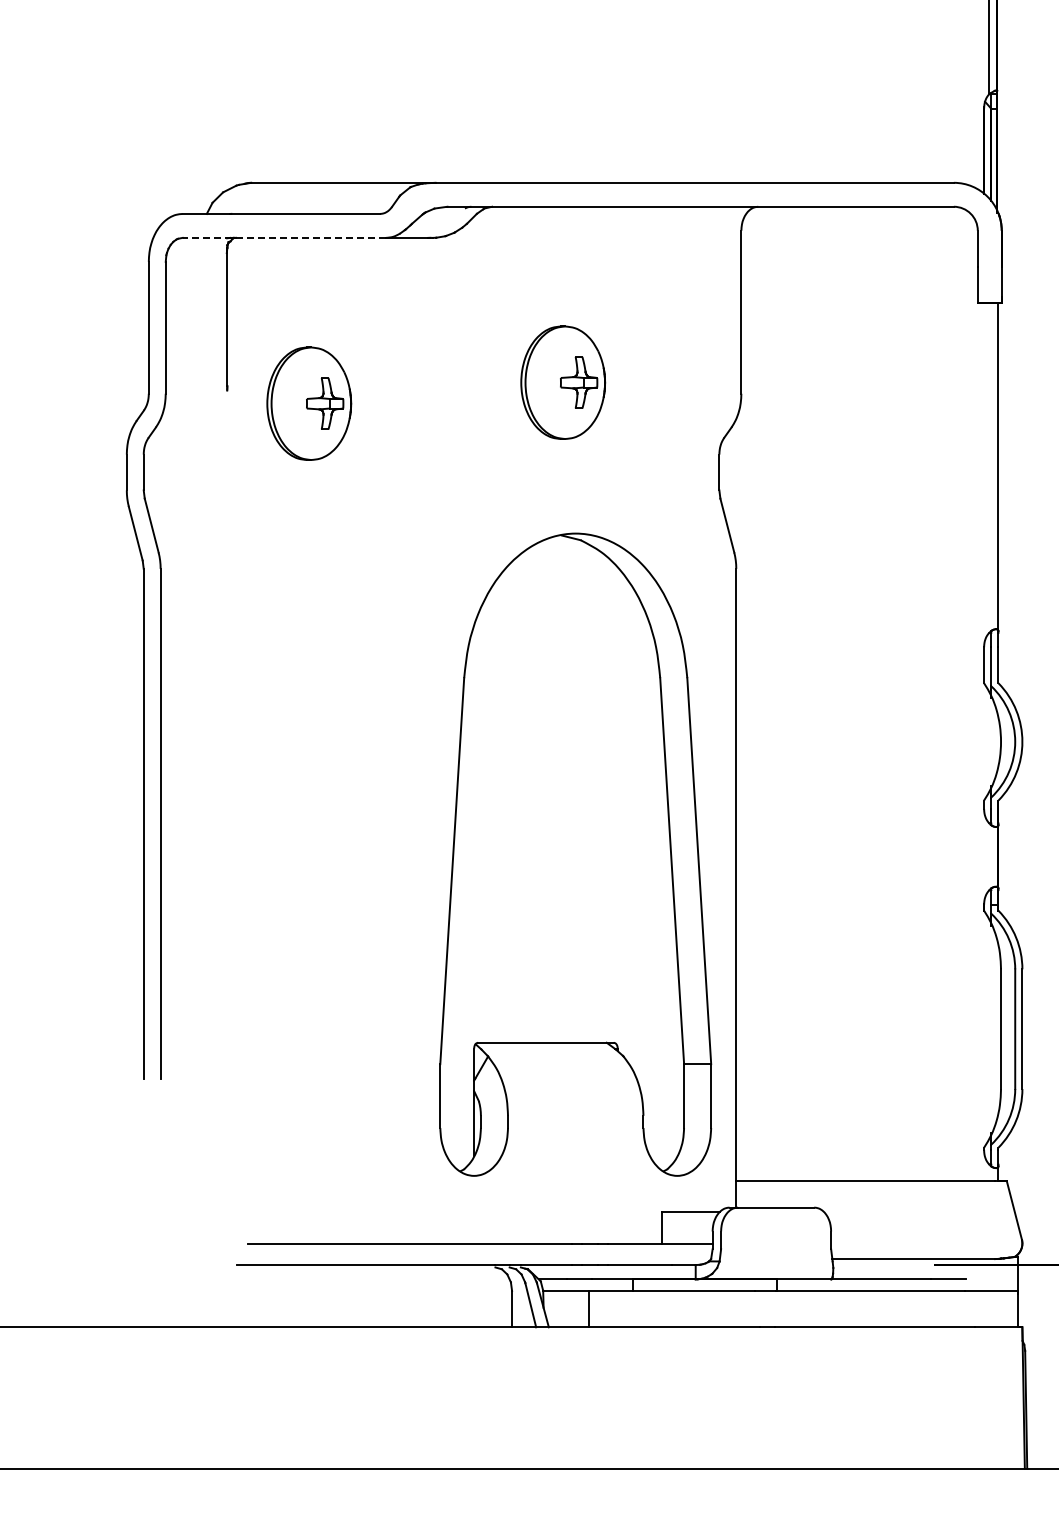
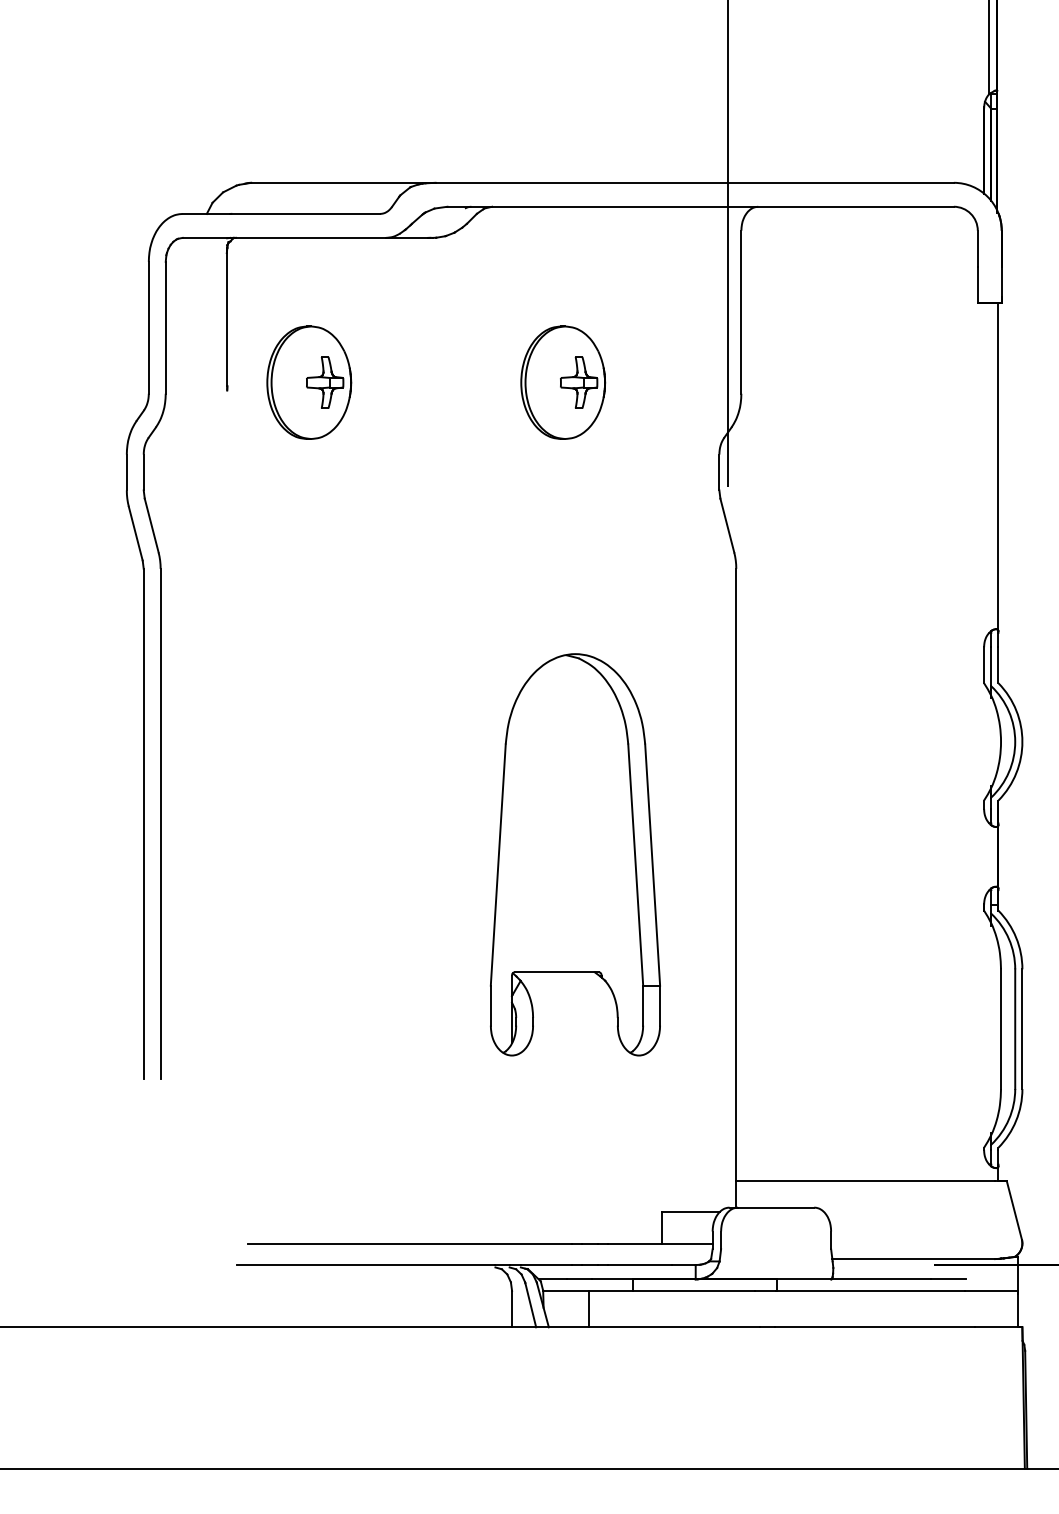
line at (284, 237): dashed -> solid
line at (727, 268): none -> present
part at (309, 403) position: (309, 403) -> (309, 382)
part at (575, 854) size: 274x645 px -> 172x404 px
